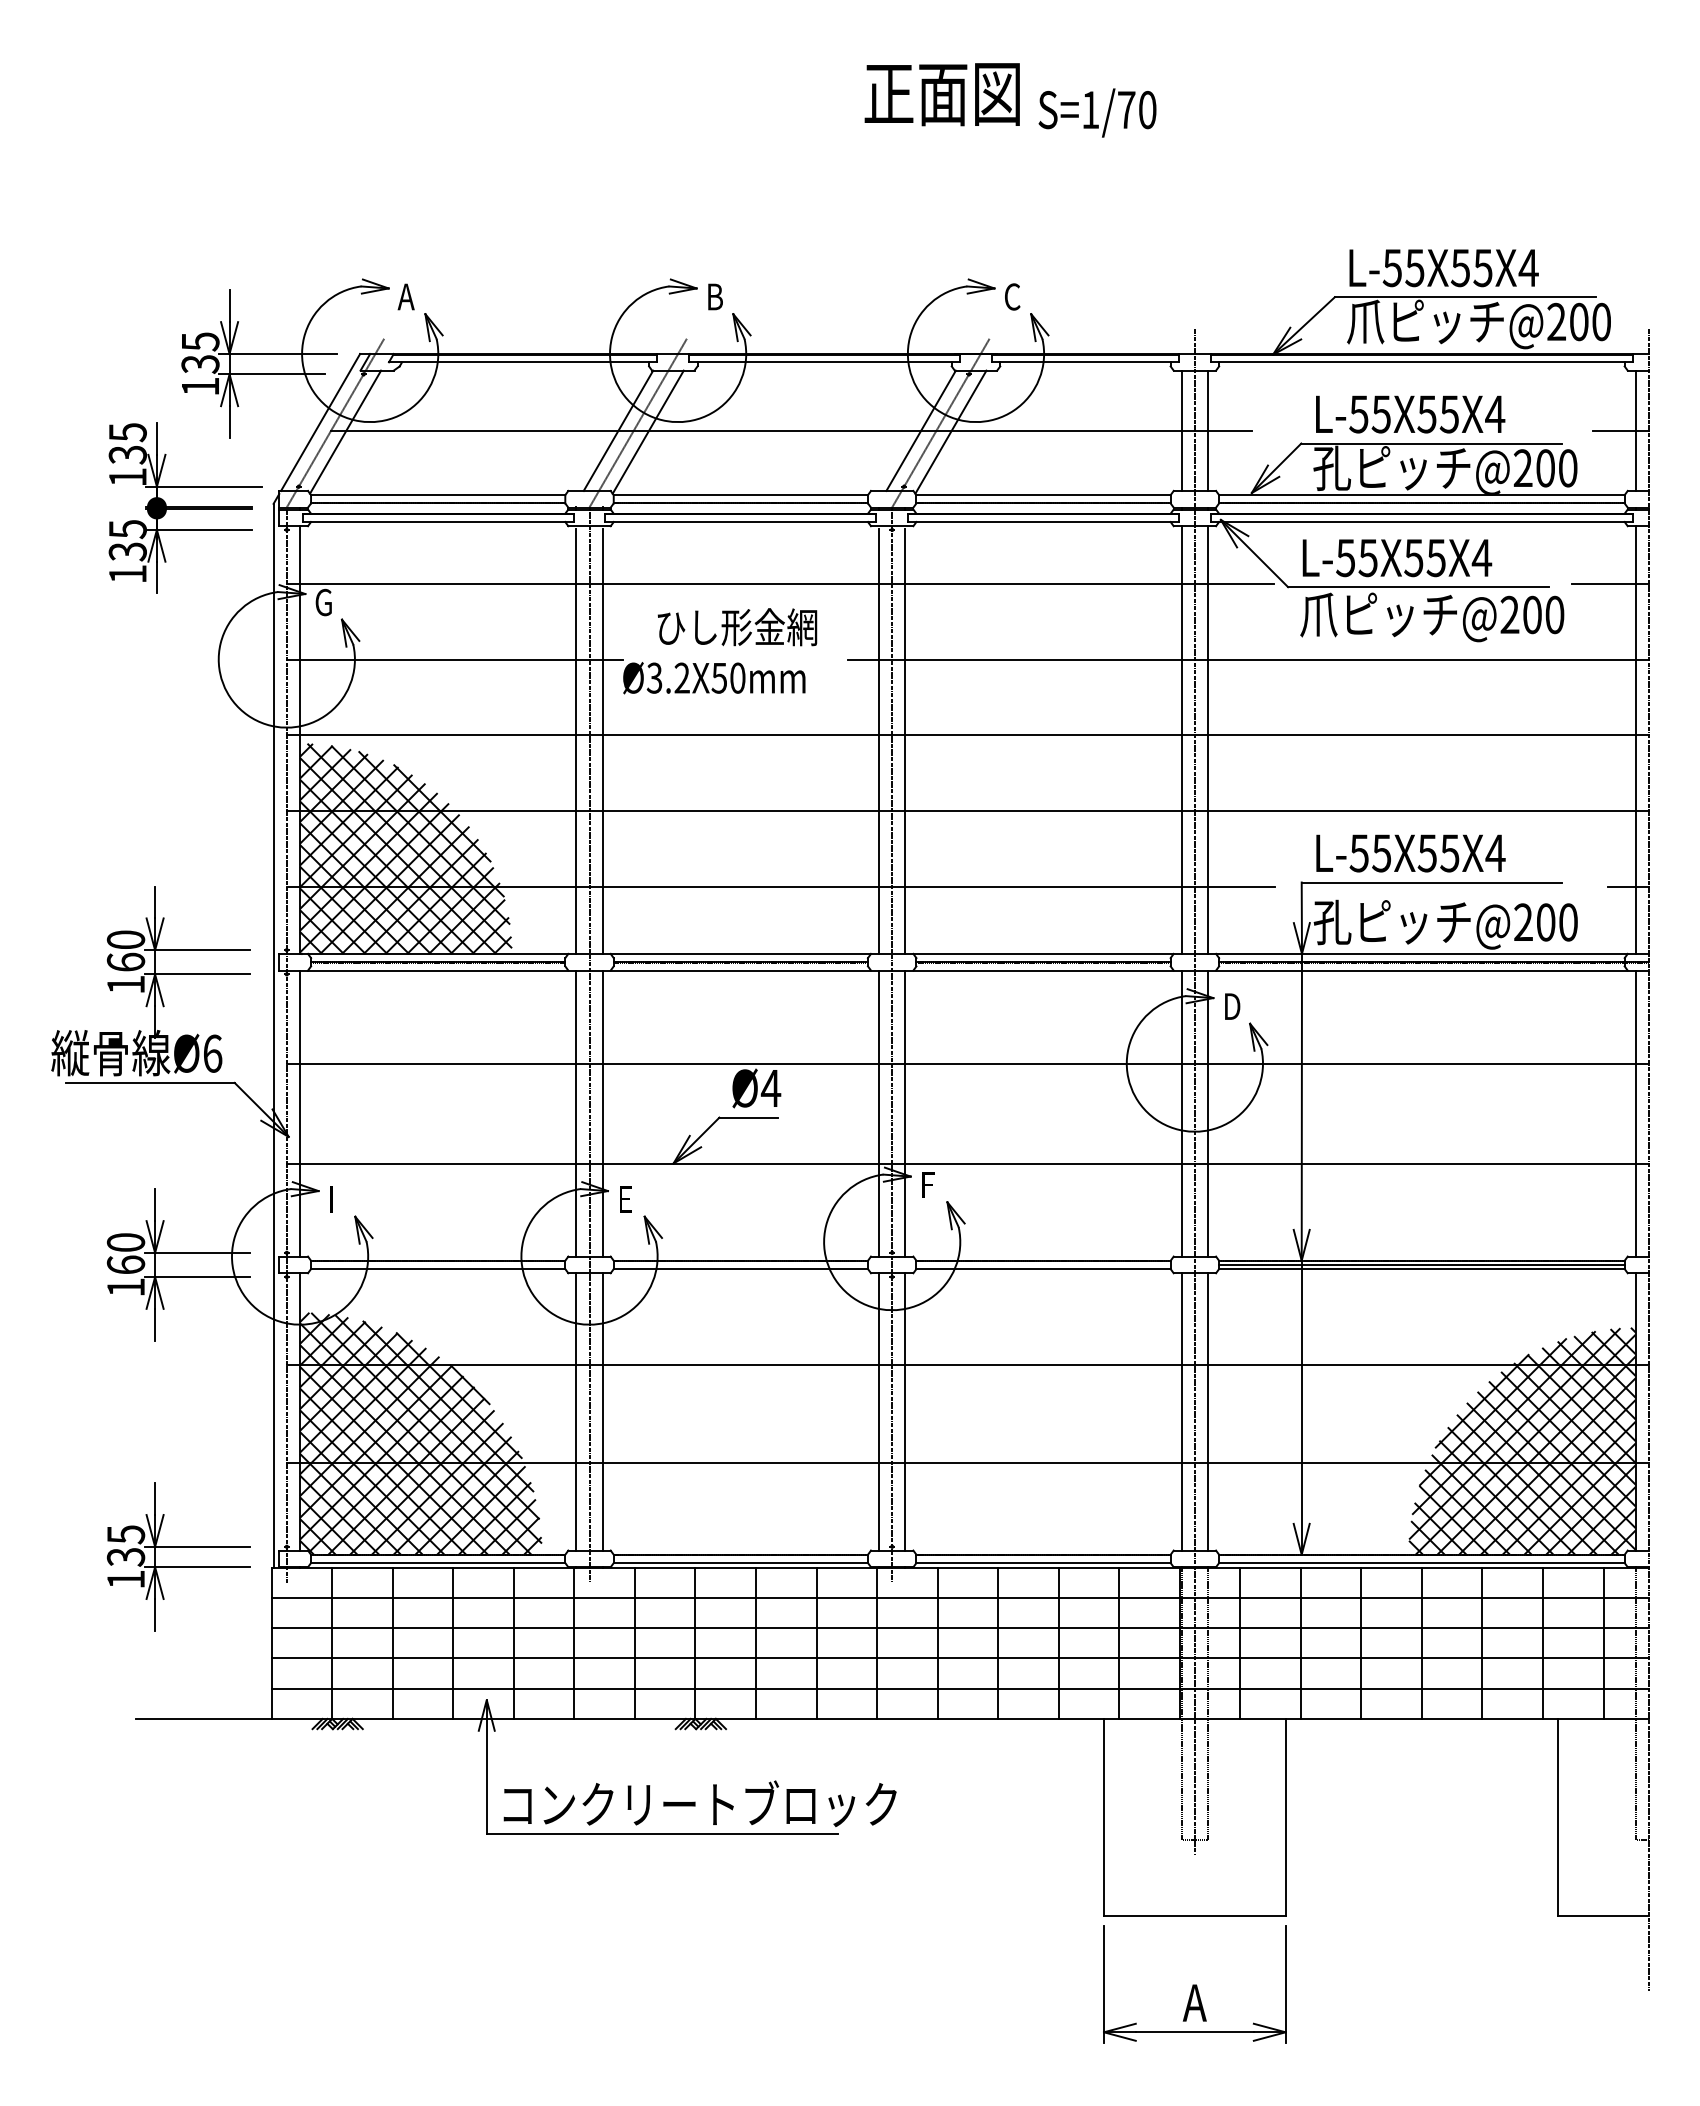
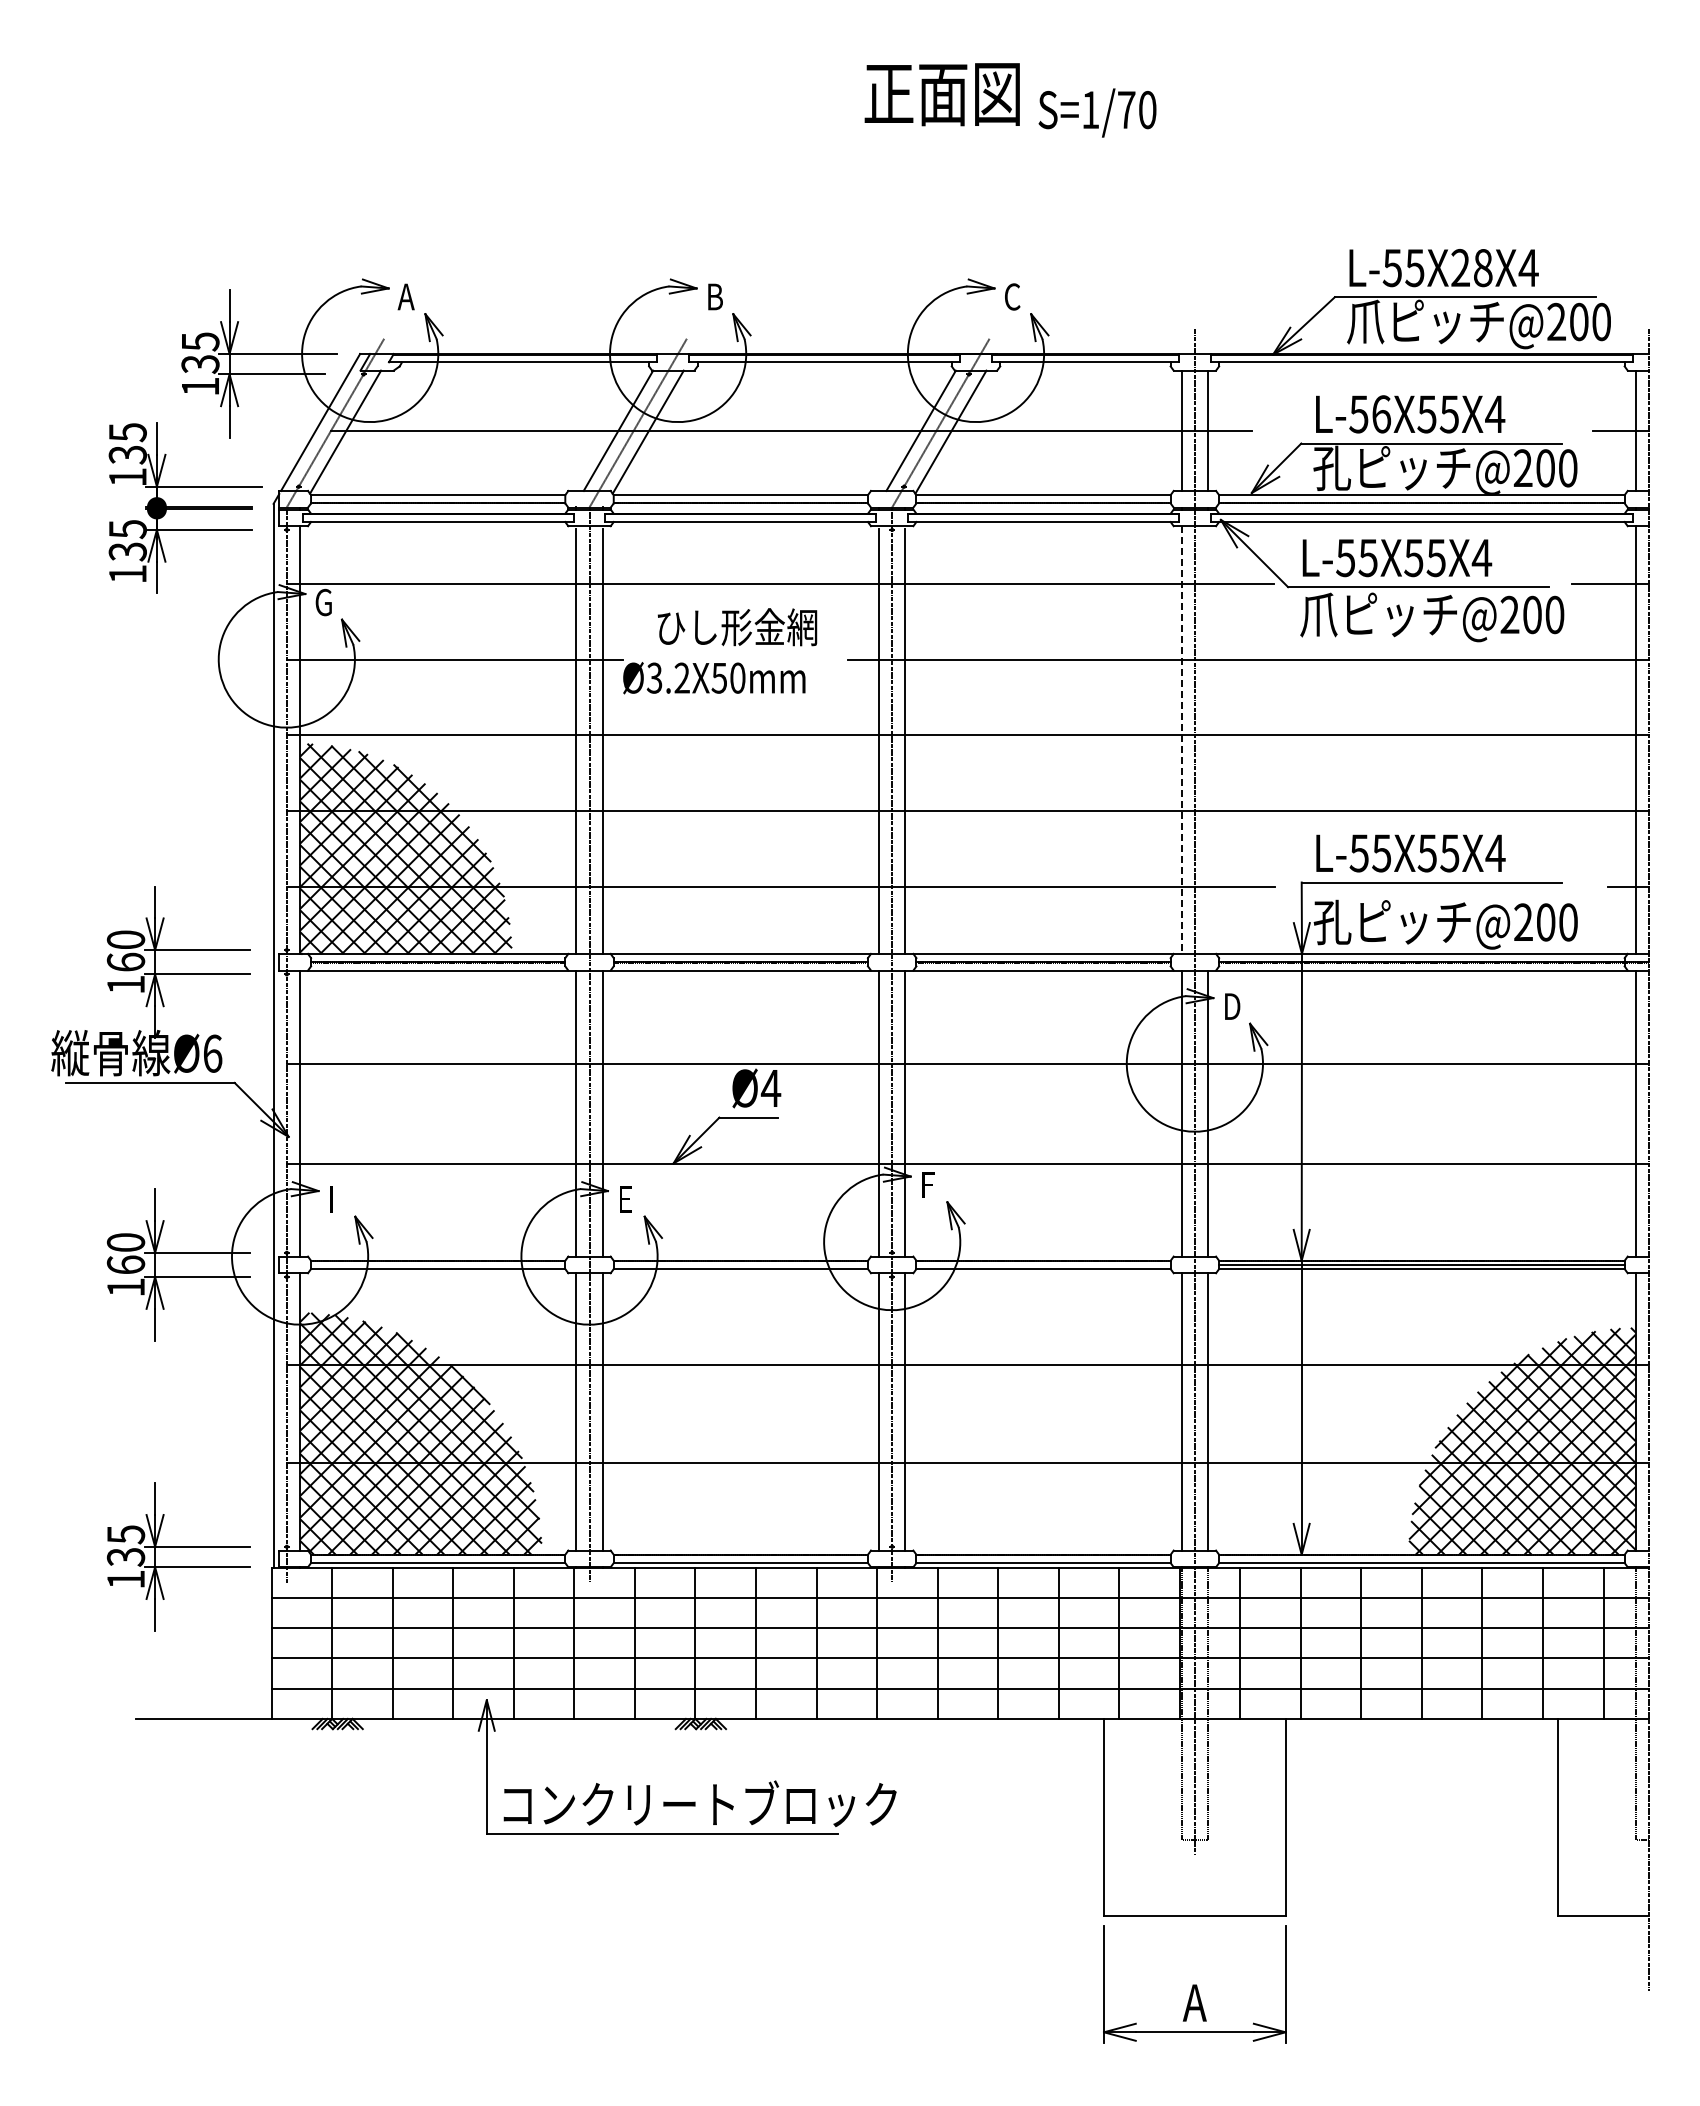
text at (1471, 267): L-55X55X4 -> L-55X28X4
text at (1381, 414): L-55X55X4 -> L-56X55X4
line at (1208, 739): present -> none
line at (1181, 740): solid -> dashed
